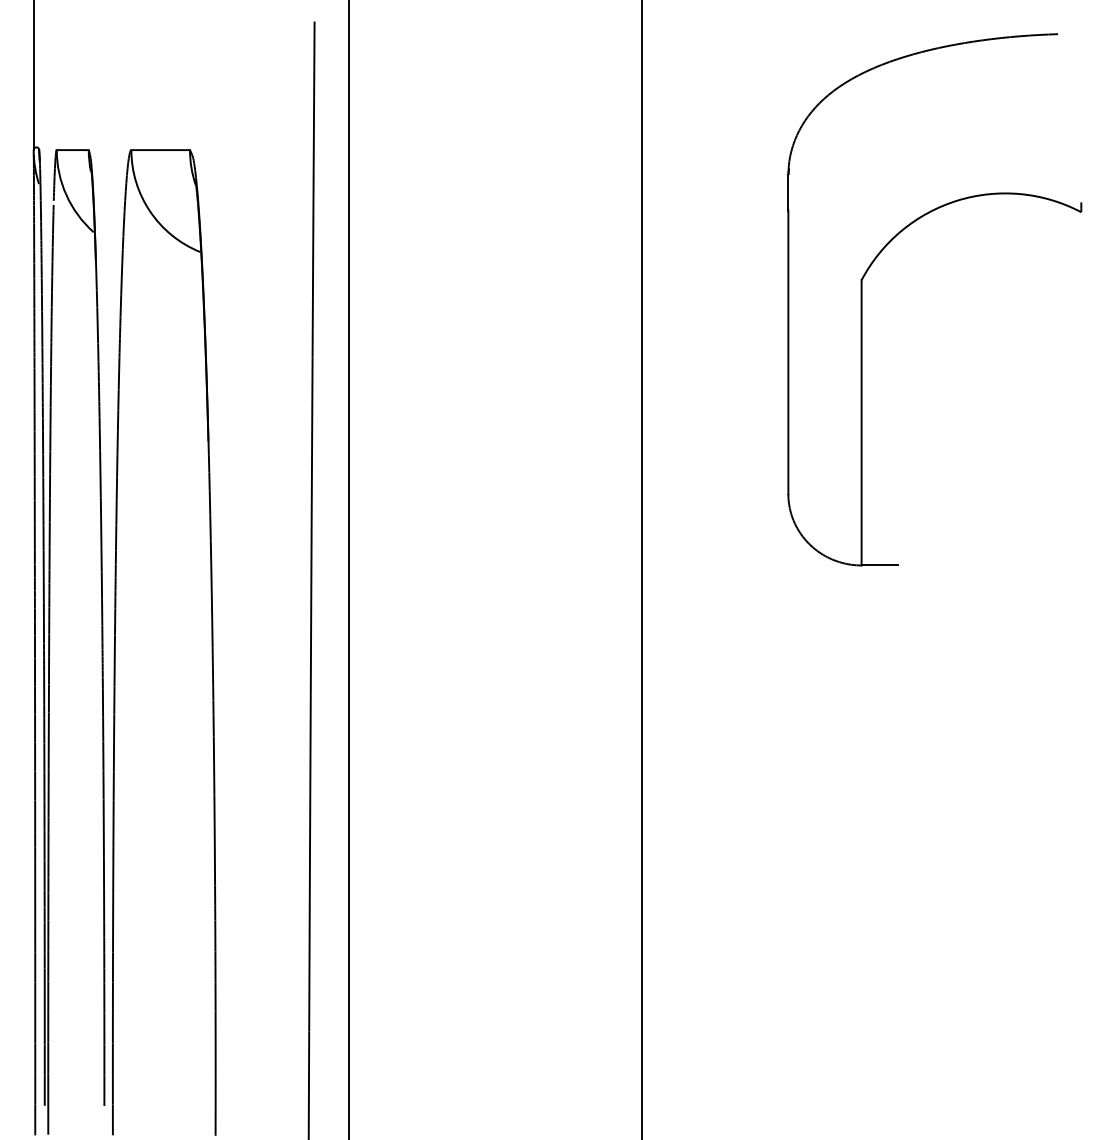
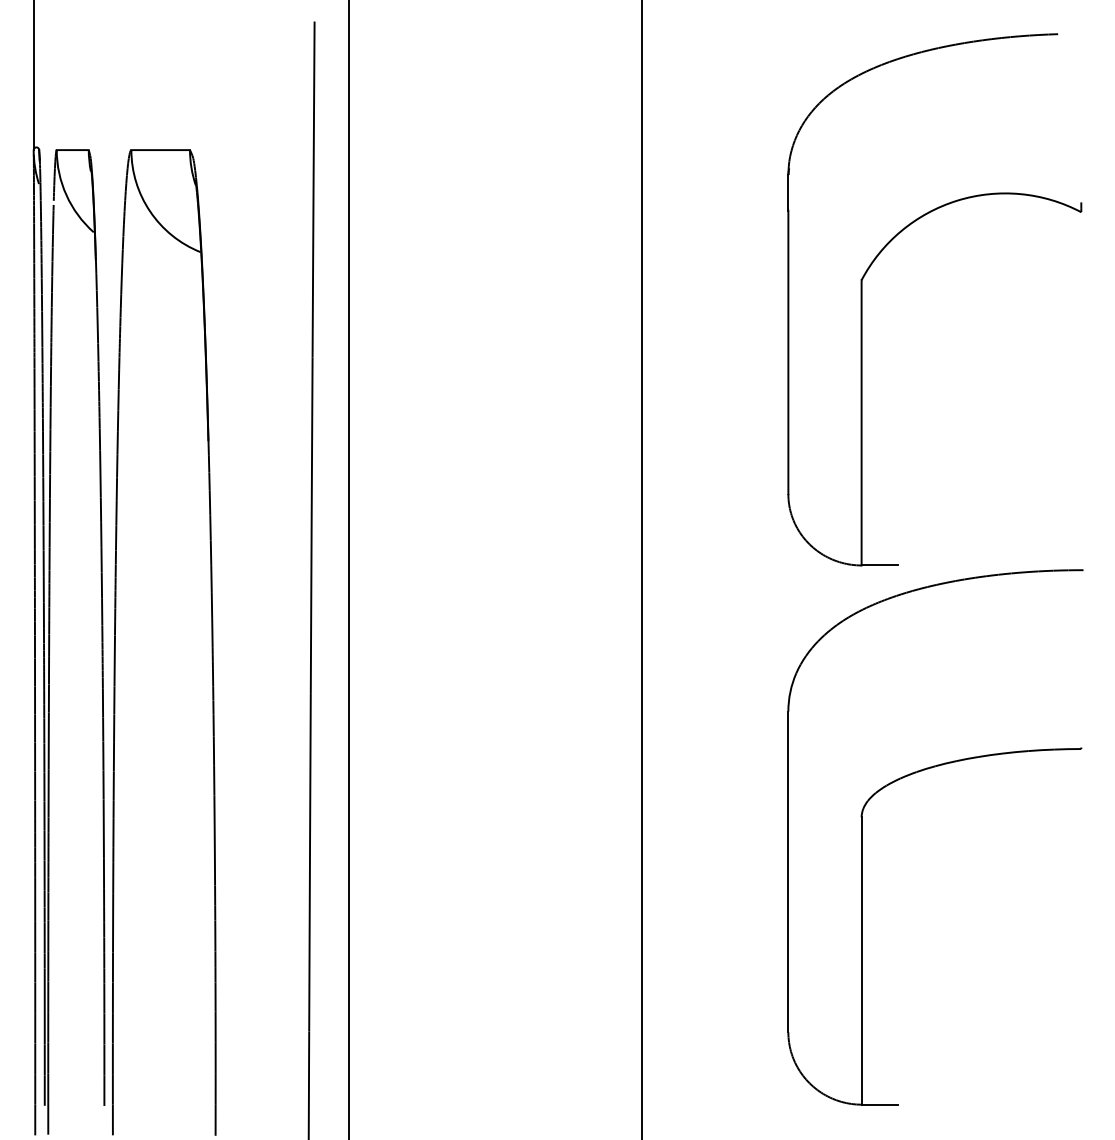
part at (908, 776): none -> present
